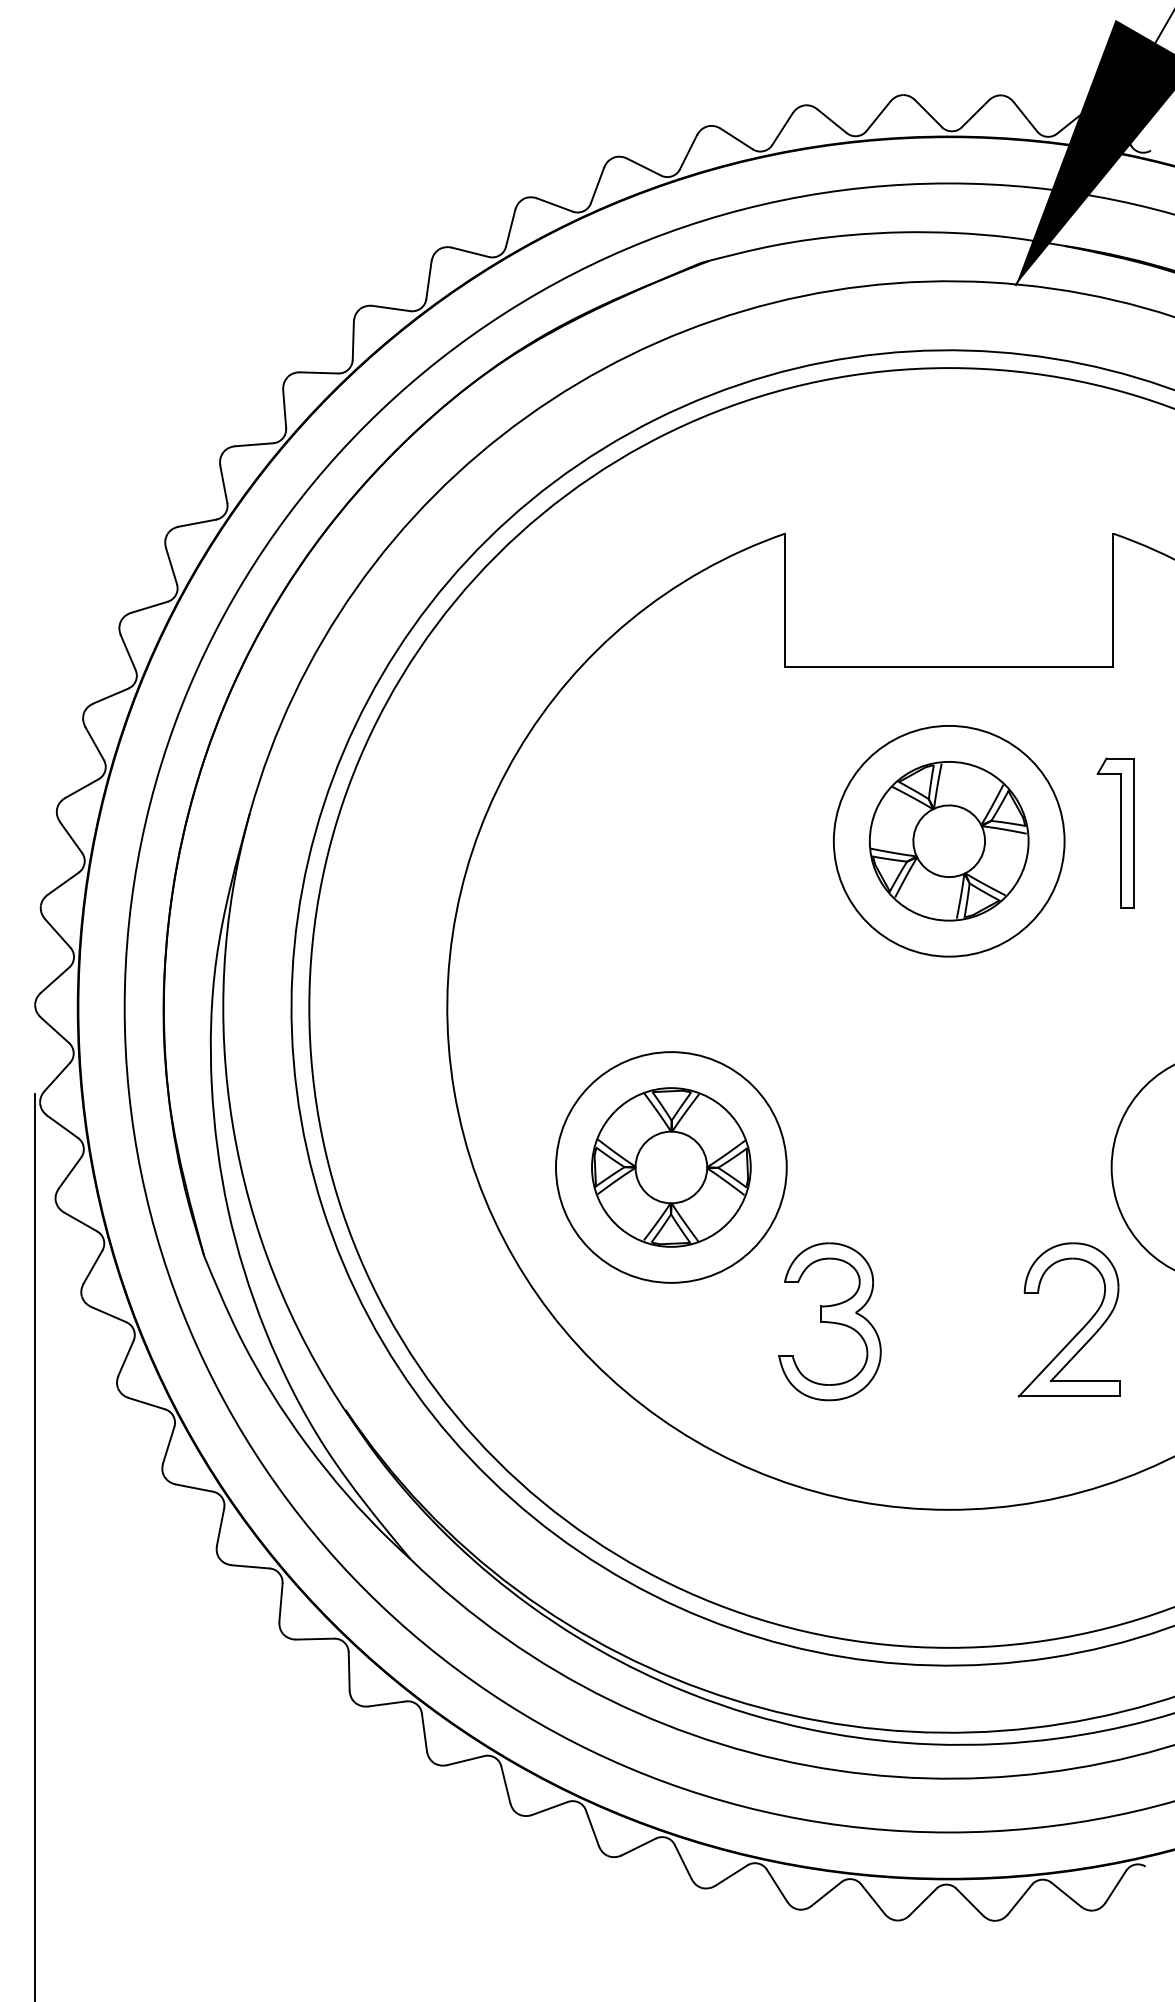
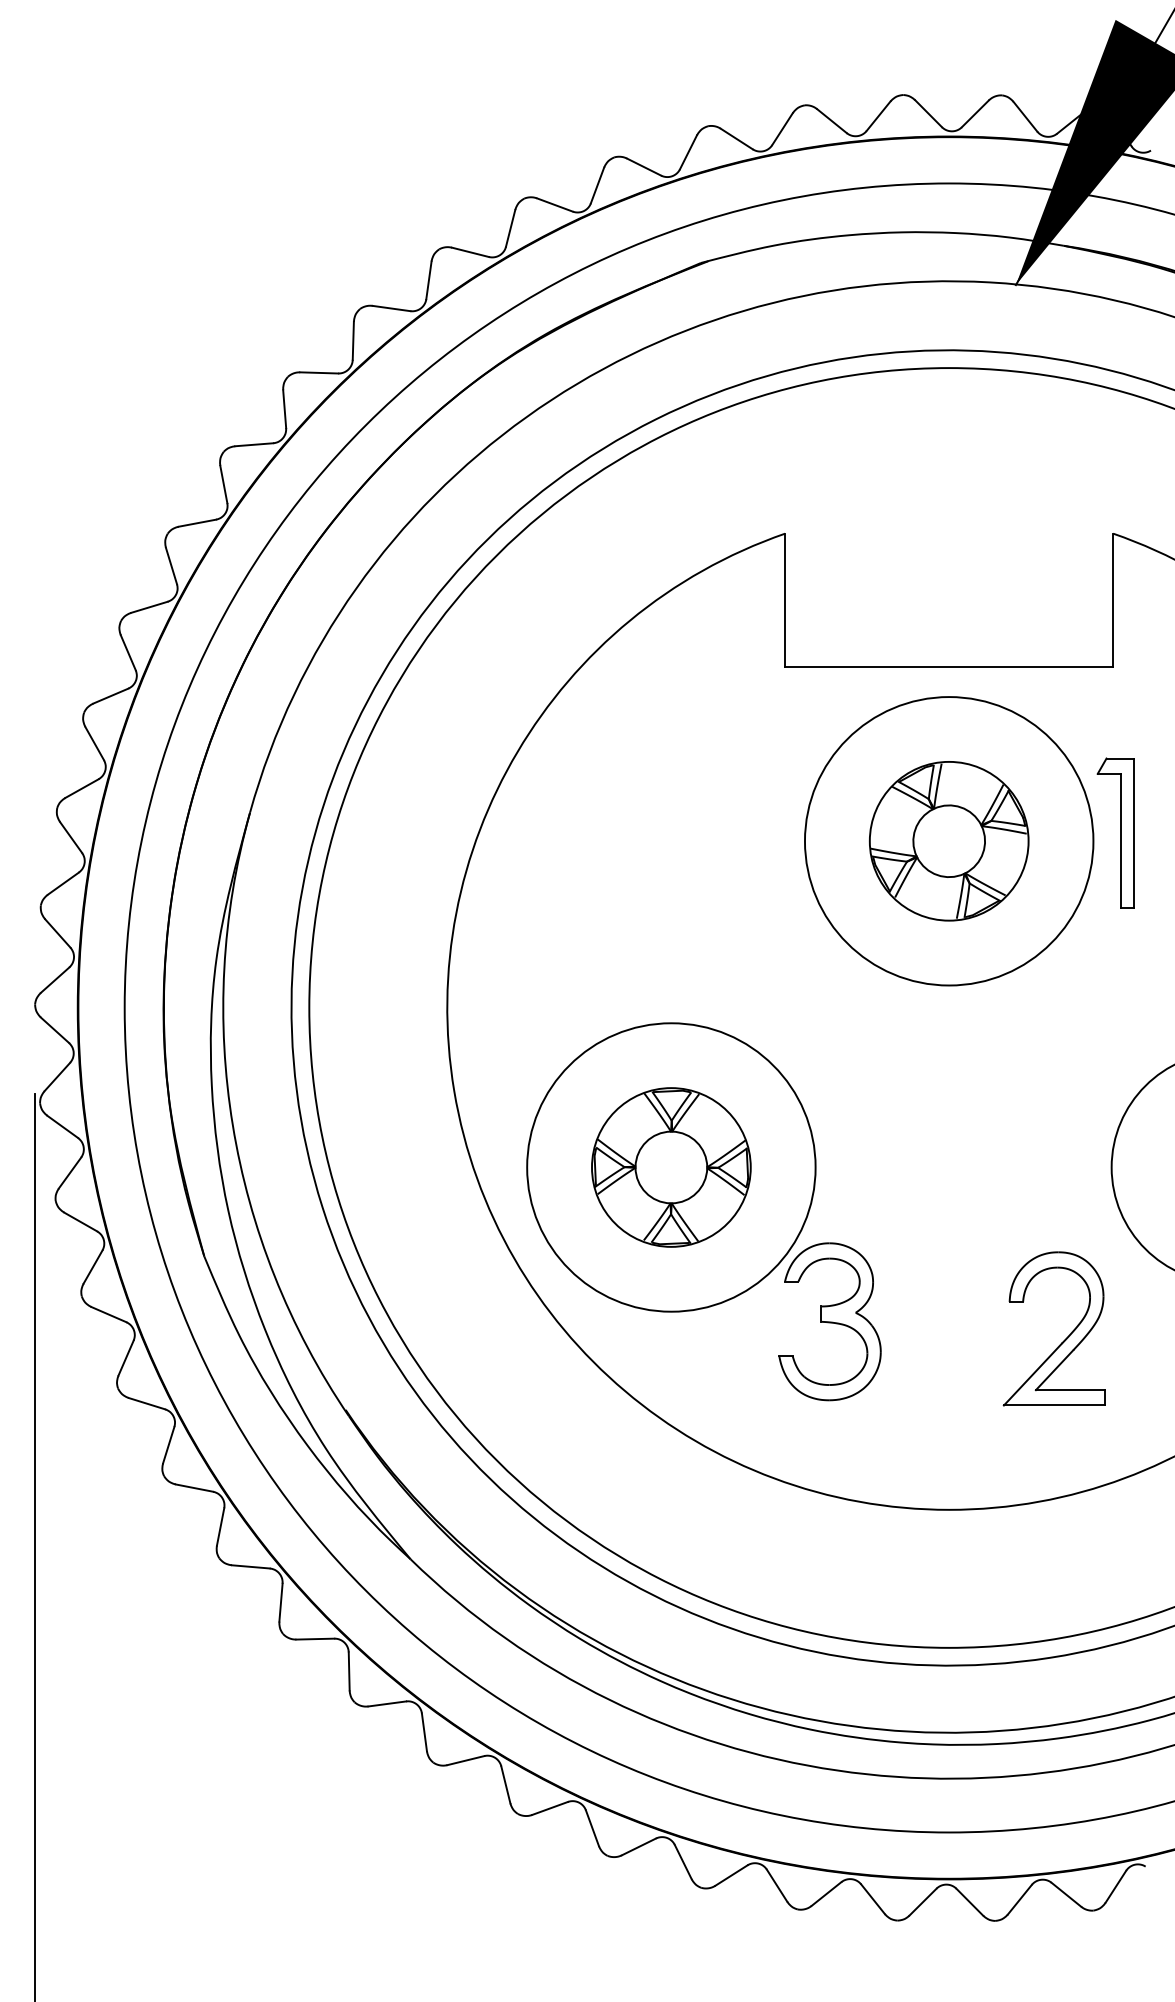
circle at (948, 840) diameter: 231 px -> 288 px
circle at (671, 1167) diameter: 231 px -> 288 px
part at (1079, 1330) position: (1079, 1330) -> (1064, 1339)
